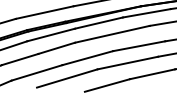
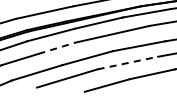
line at (57, 48): solid -> dashed
line at (127, 63): solid -> dashed
